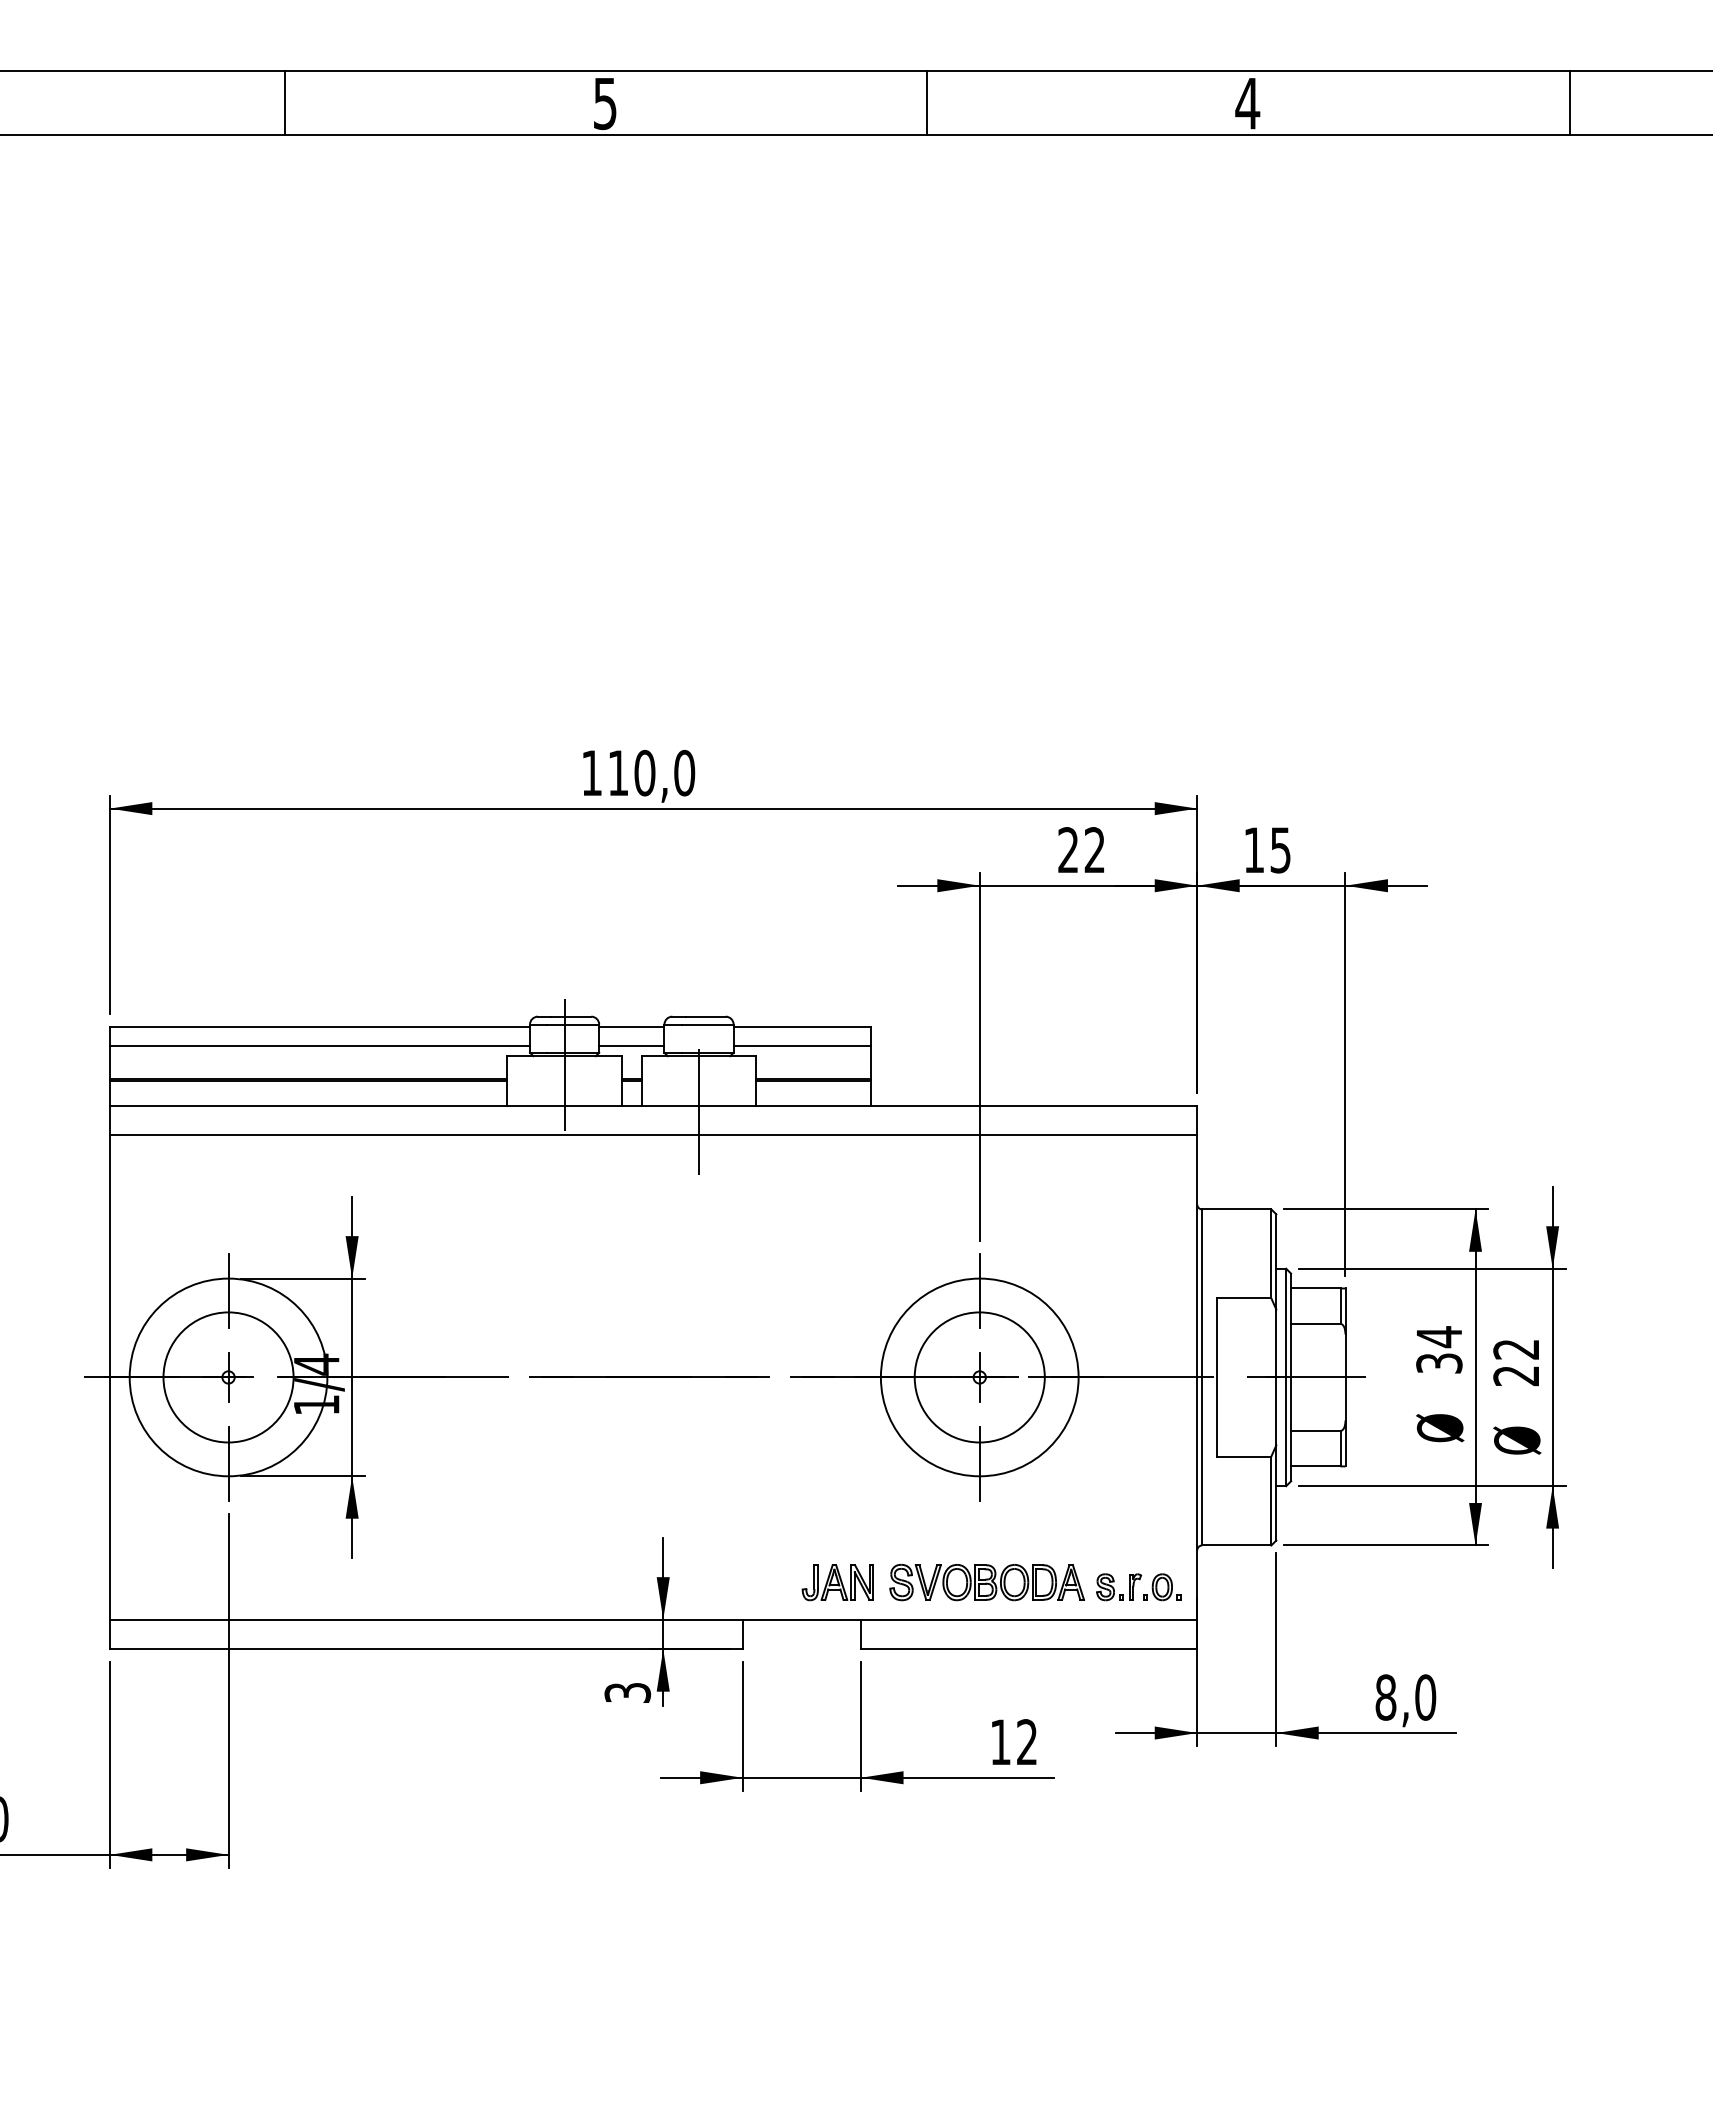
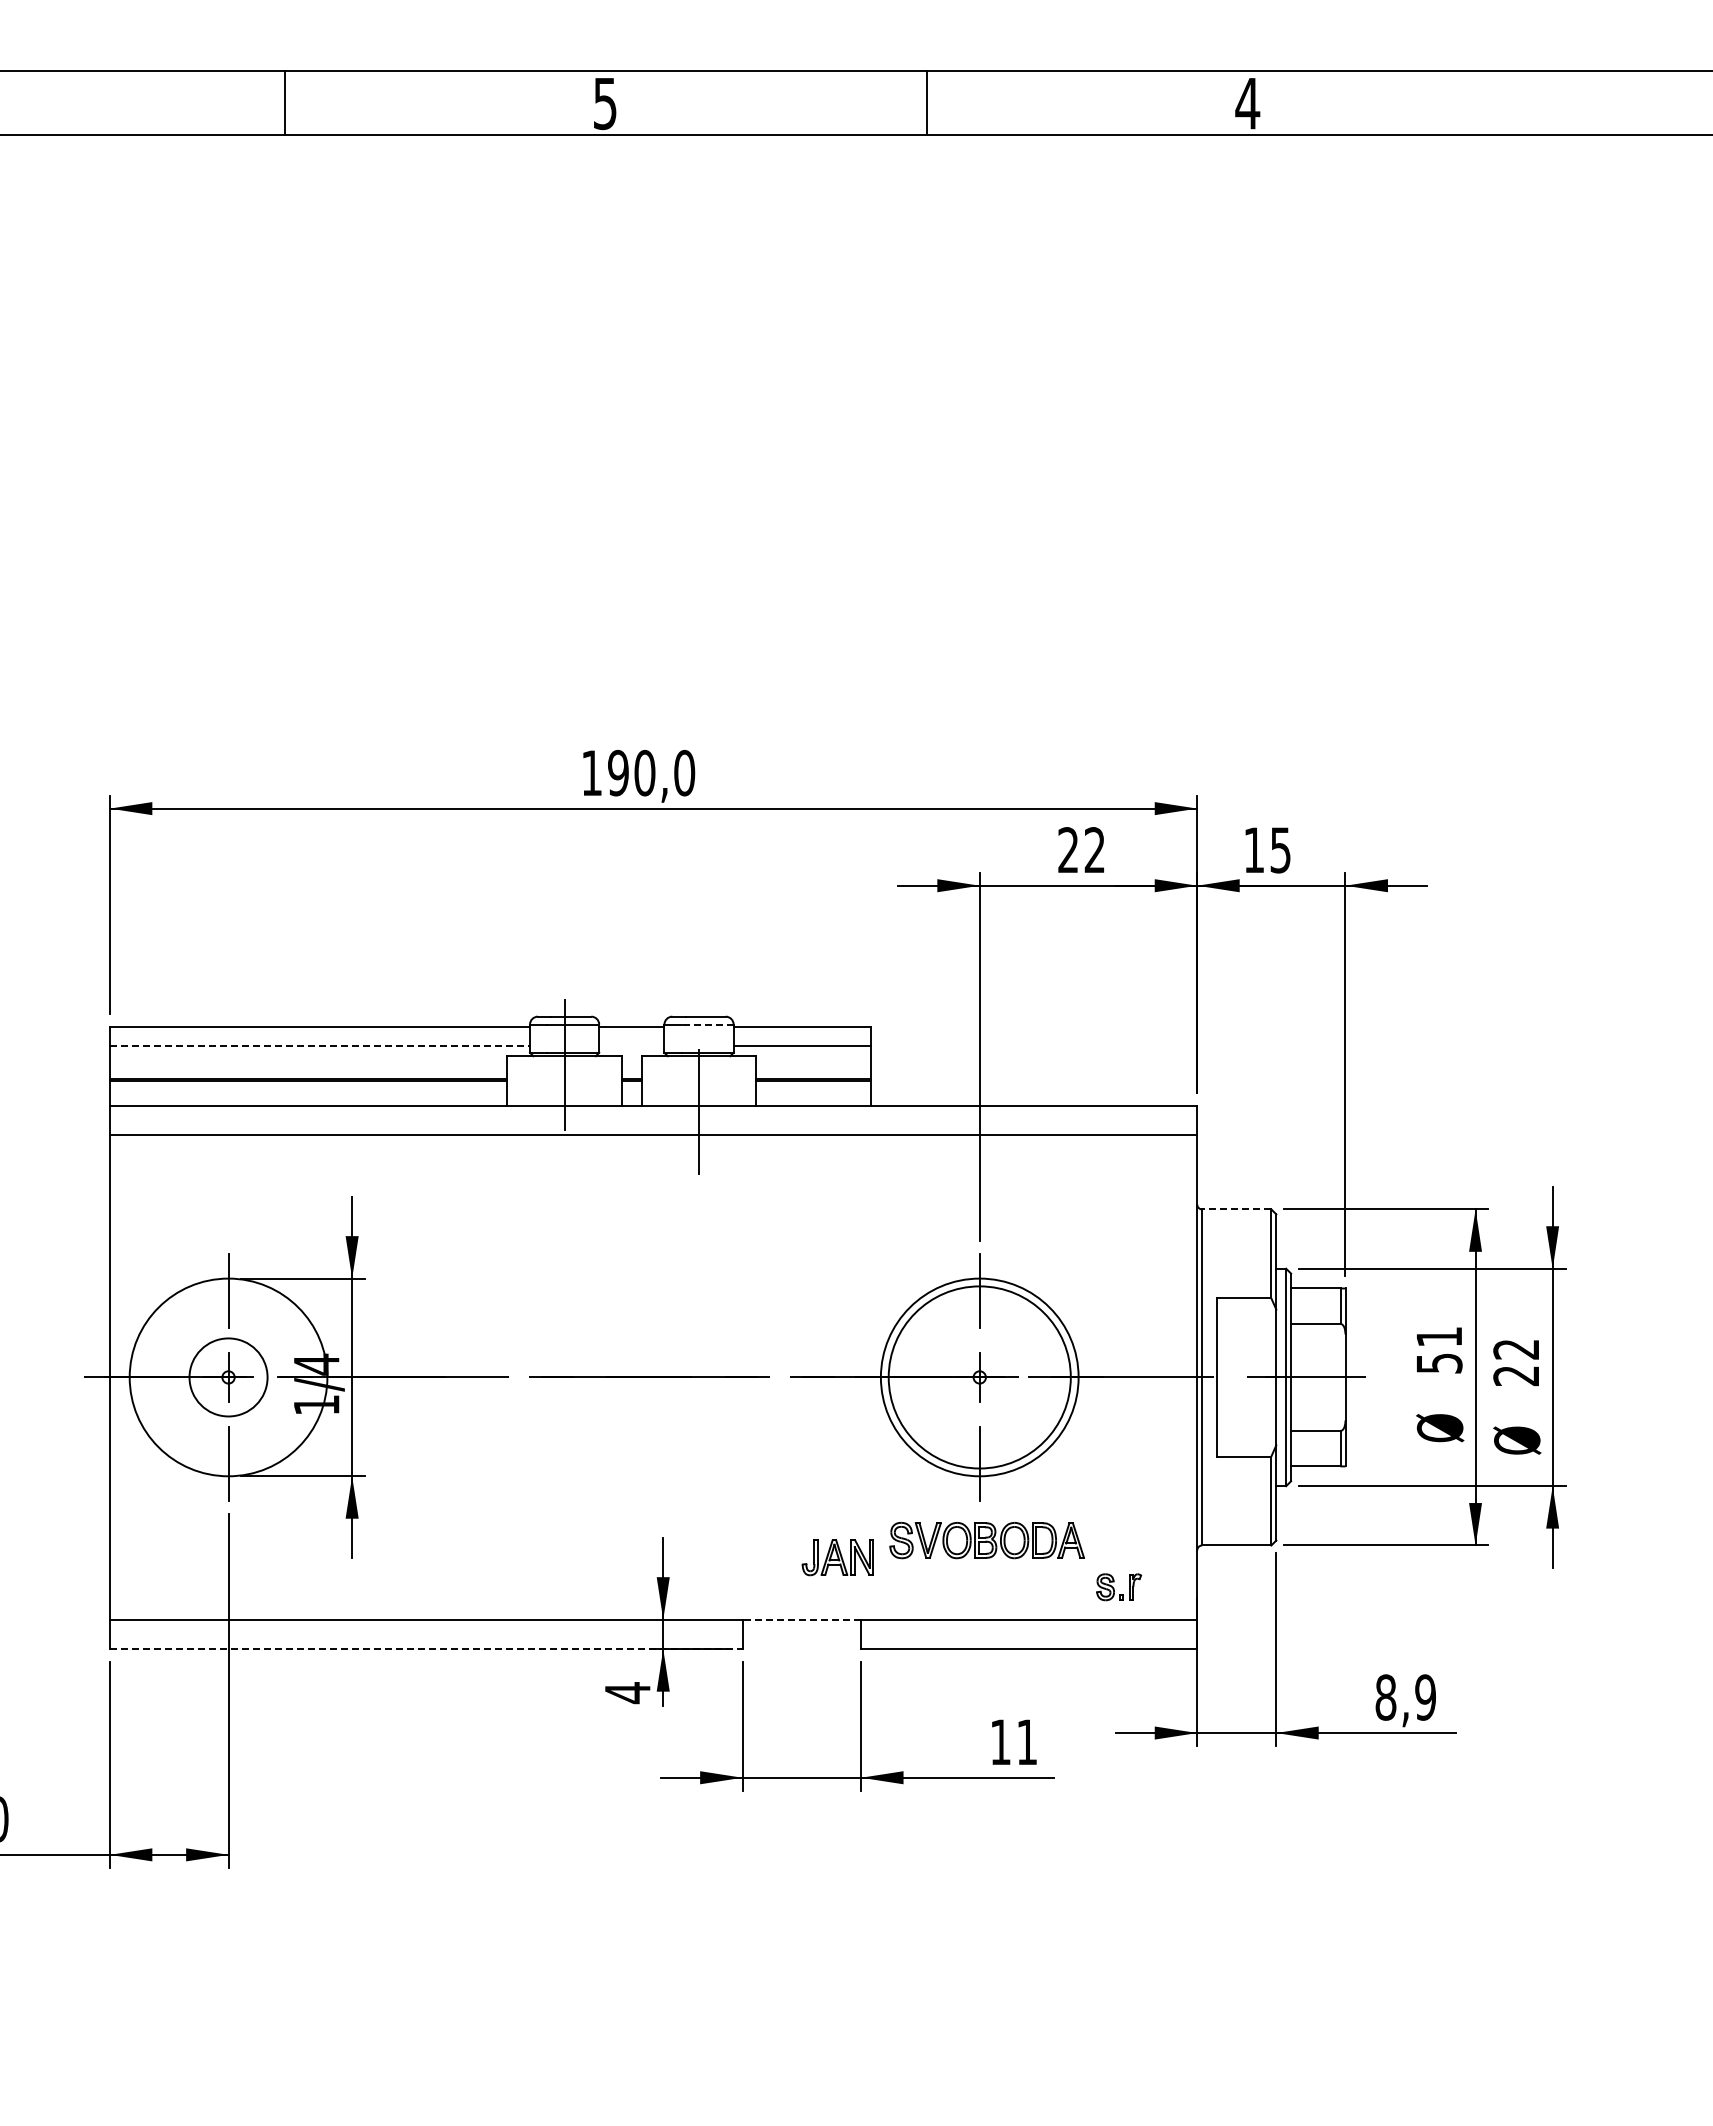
line at (1569, 103): present -> none
text at (618, 772): 110,0 -> 190,0
line at (707, 1024): solid -> dashed
line at (320, 1046): solid -> dashed
line at (631, 1046): present -> none
line at (1236, 1209): solid -> dashed
text at (1439, 1349): 34 -> 51
circle at (228, 1377) diameter: 130 px -> 78 px
circle at (979, 1377) diameter: 130 px -> 182 px
part at (837, 1582) position: (837, 1582) -> (837, 1557)
part at (986, 1582) position: (986, 1582) -> (986, 1540)
part at (1162, 1587): present -> none
line at (801, 1619): solid -> dashed
line at (426, 1649): solid -> dashed
text at (627, 1693): 3 -> 4
text at (1425, 1697): 8,0 -> 8,9
text at (1026, 1741): 12 -> 11
